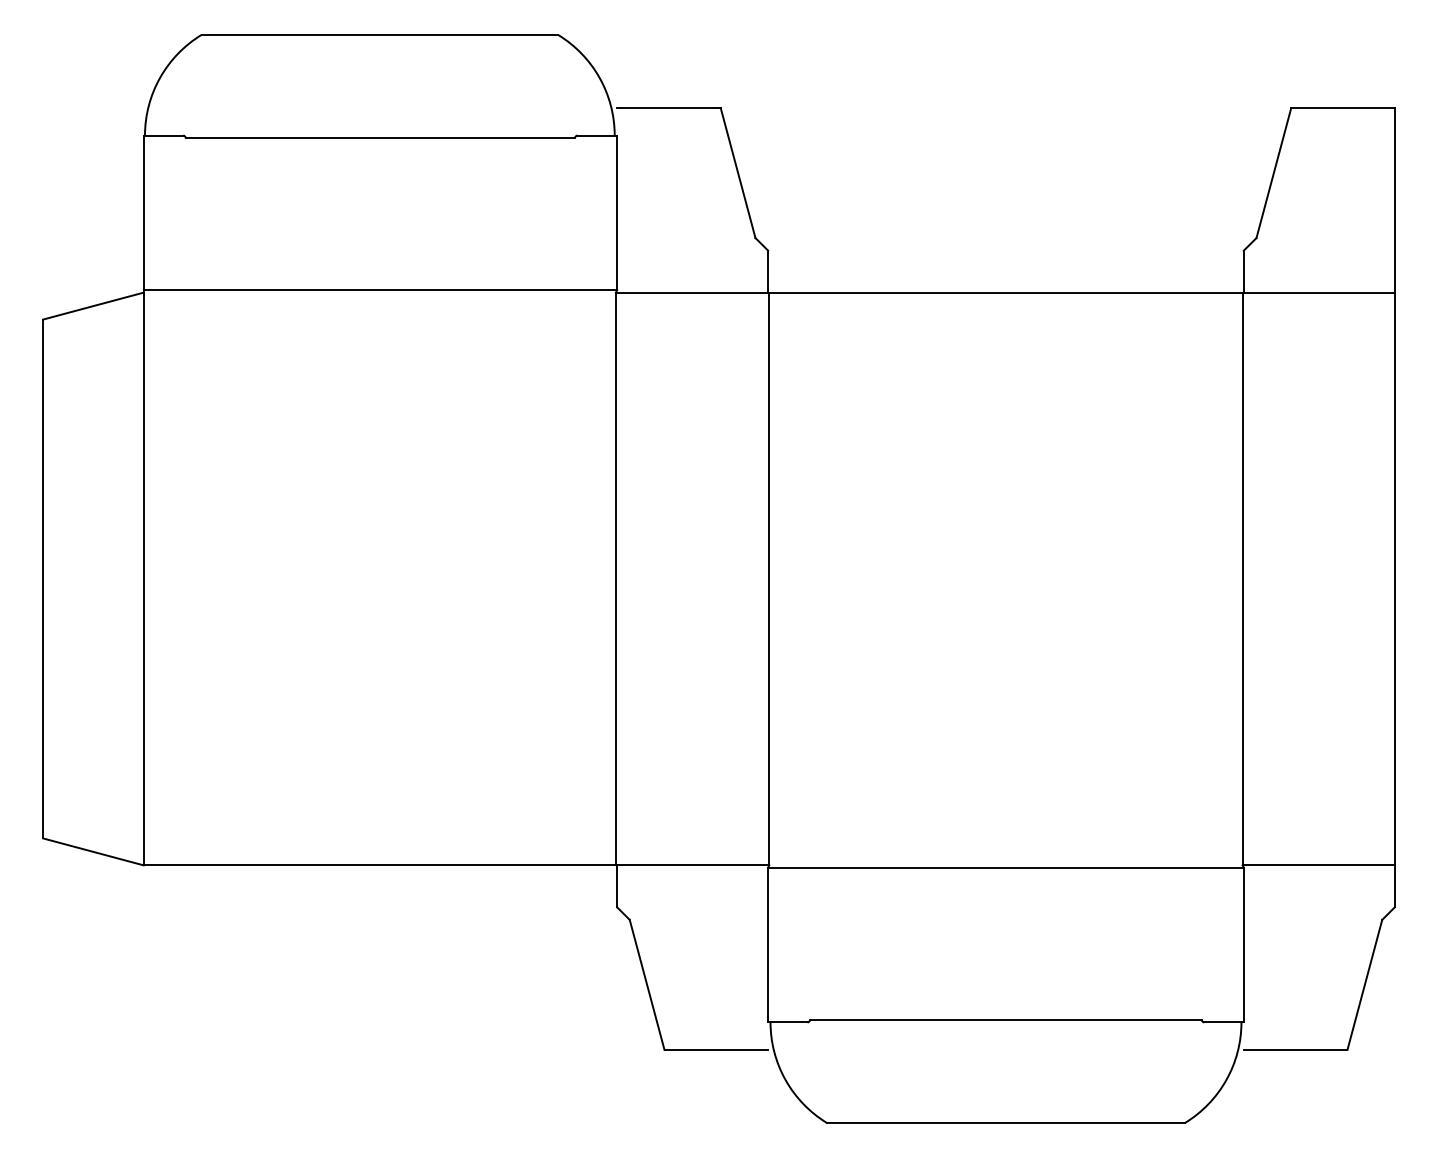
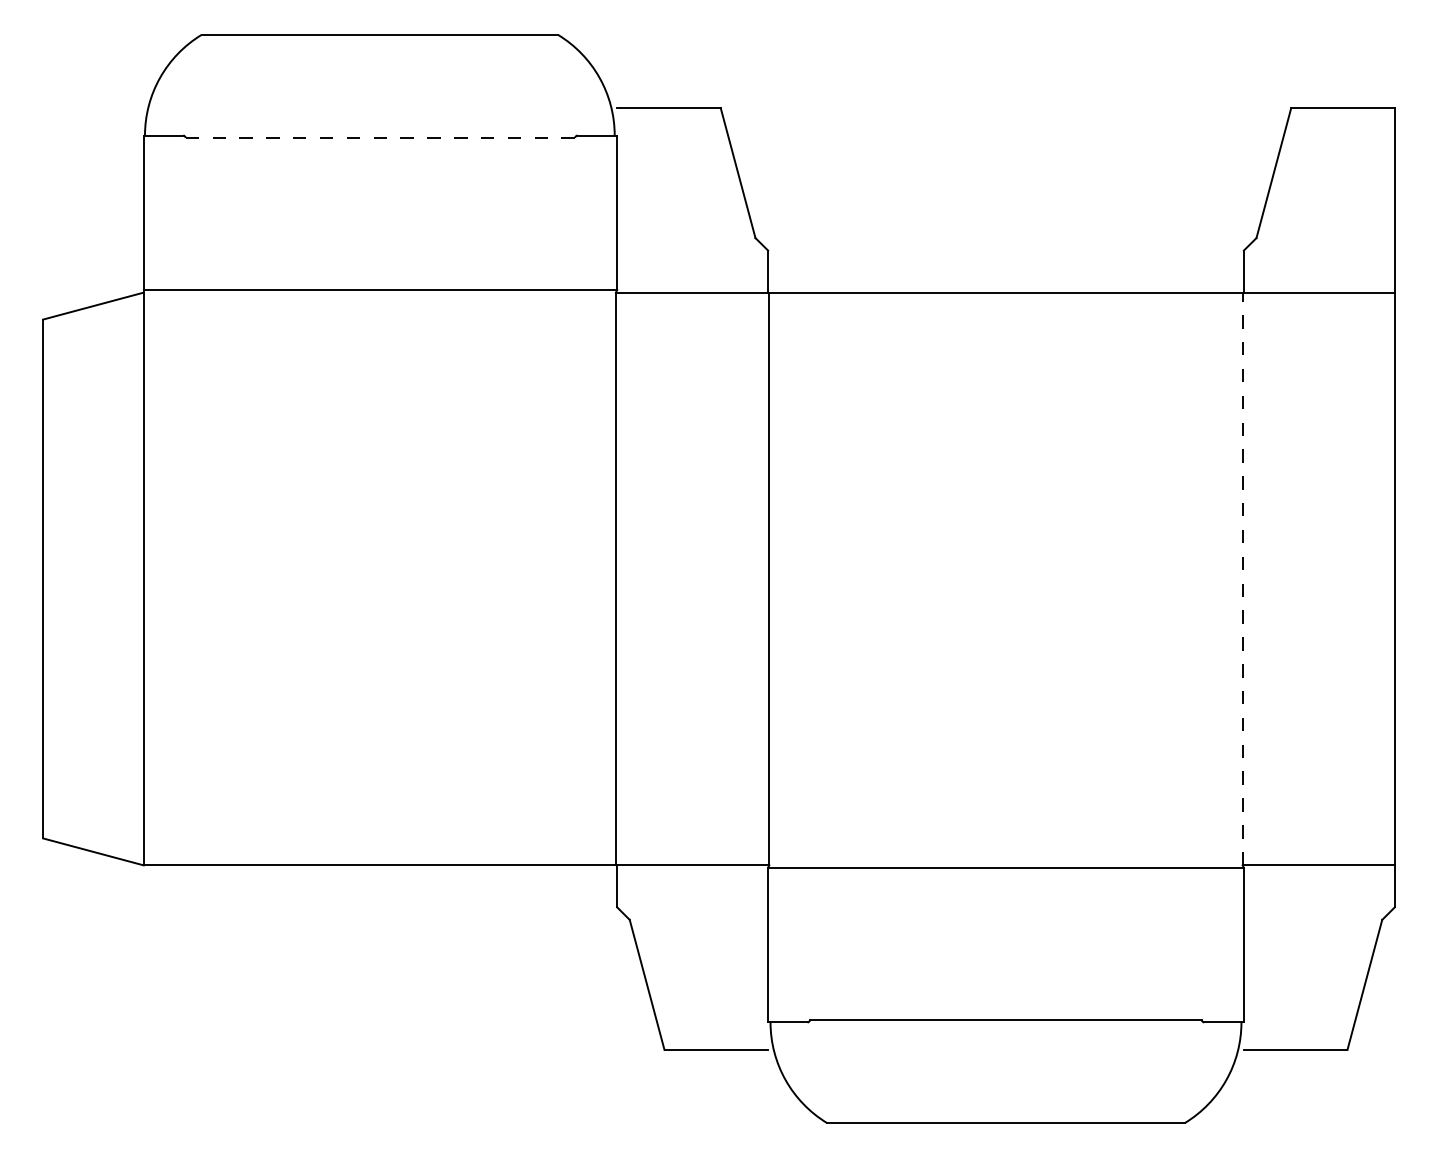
line at (380, 138): solid -> dashed
line at (1242, 578): solid -> dashed
